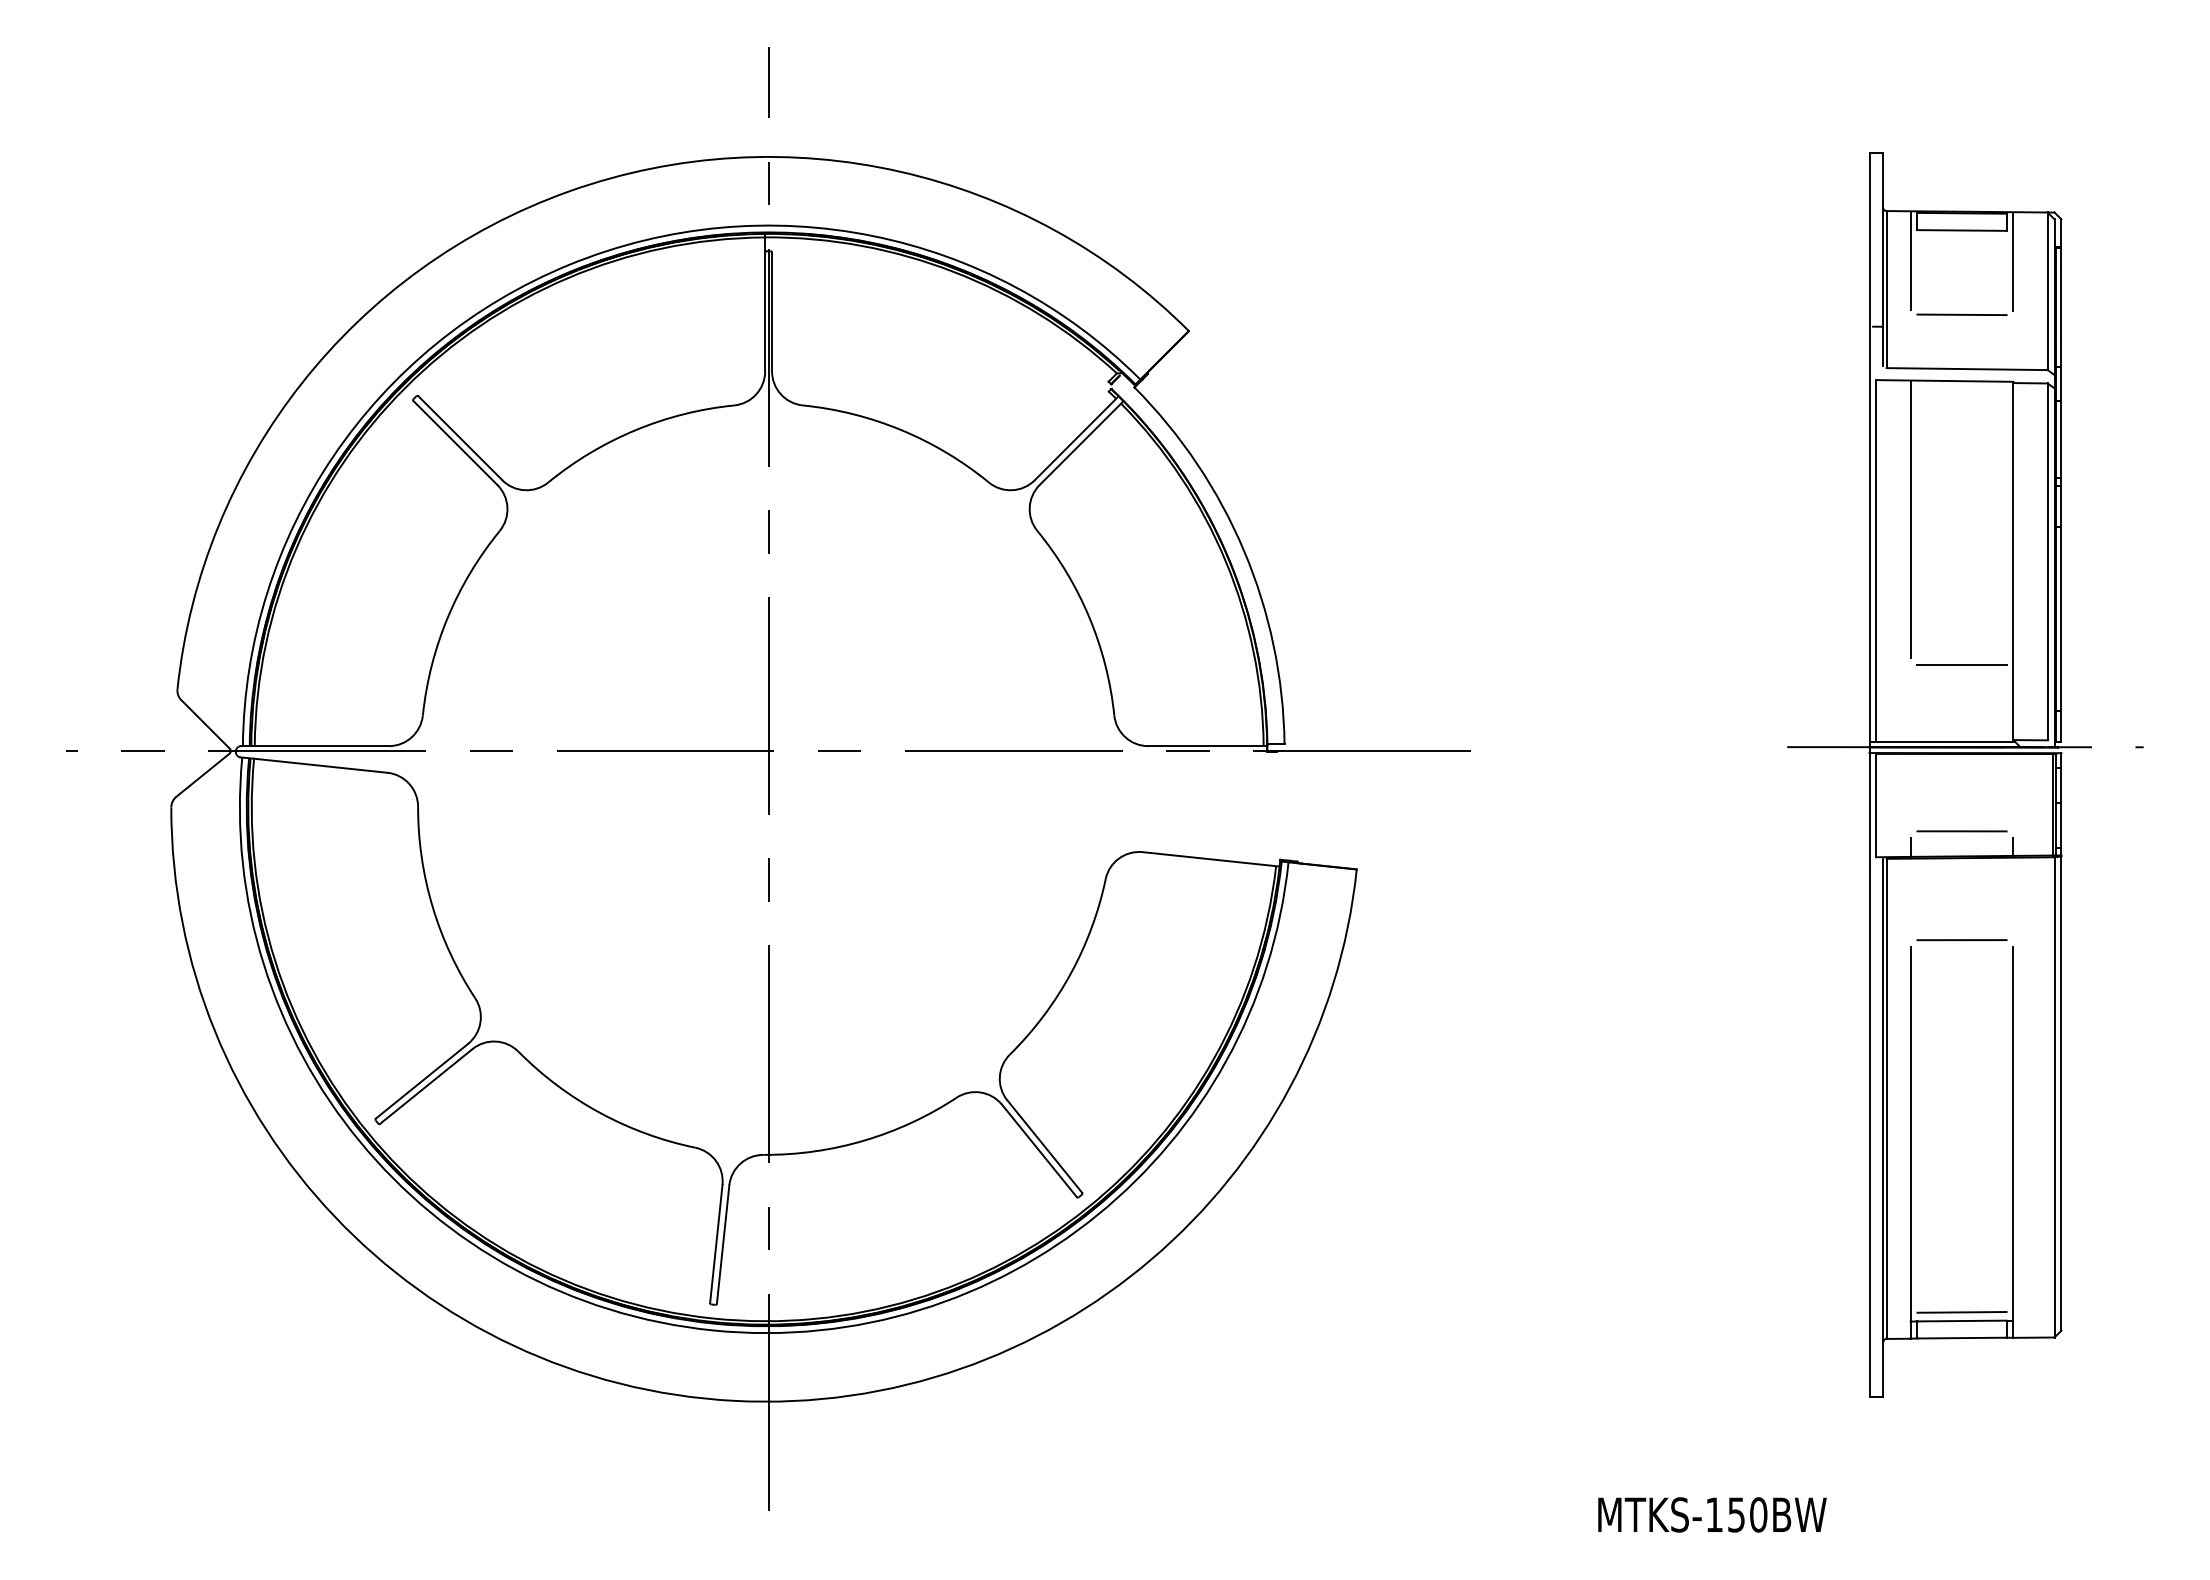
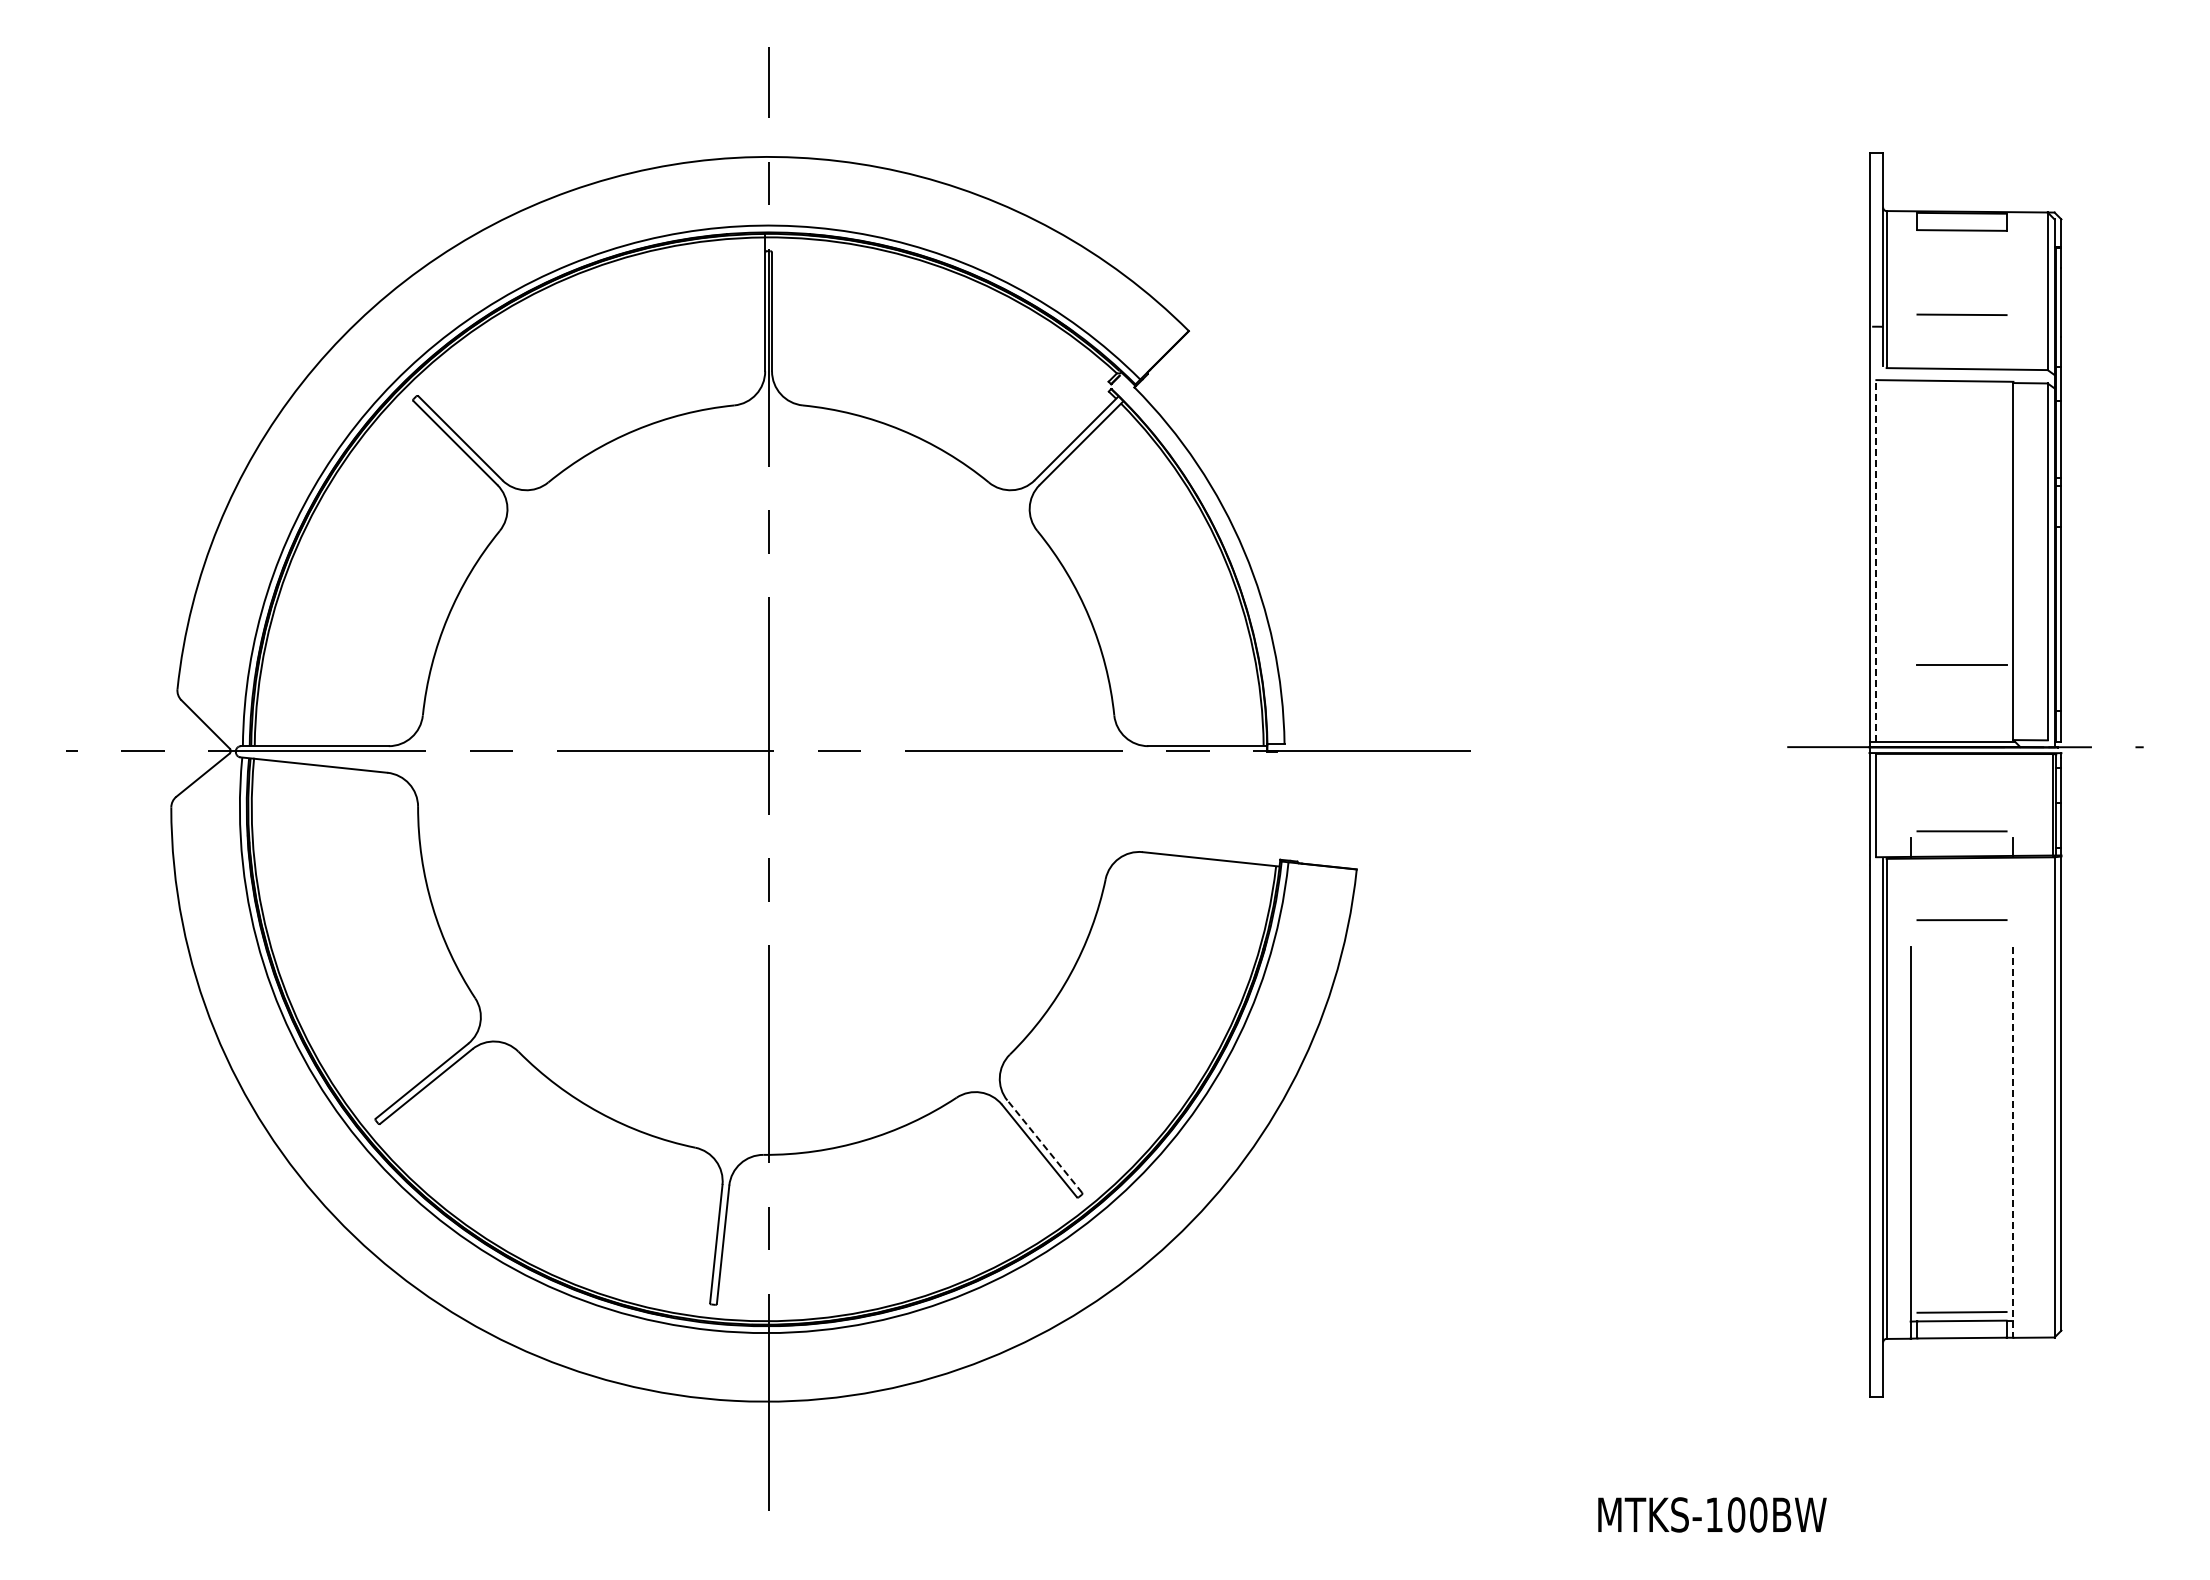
line at (1910, 261): present -> none
line at (2013, 262): present -> none
line at (1910, 518): present -> none
line at (1876, 560): solid -> dashed
line at (1961, 940) position: (1961, 940) -> (1961, 920)
line at (2013, 1142): solid -> dashed
line at (1044, 1146): solid -> dashed
text at (1736, 1514): MTKS-150BW -> MTKS-100BW
